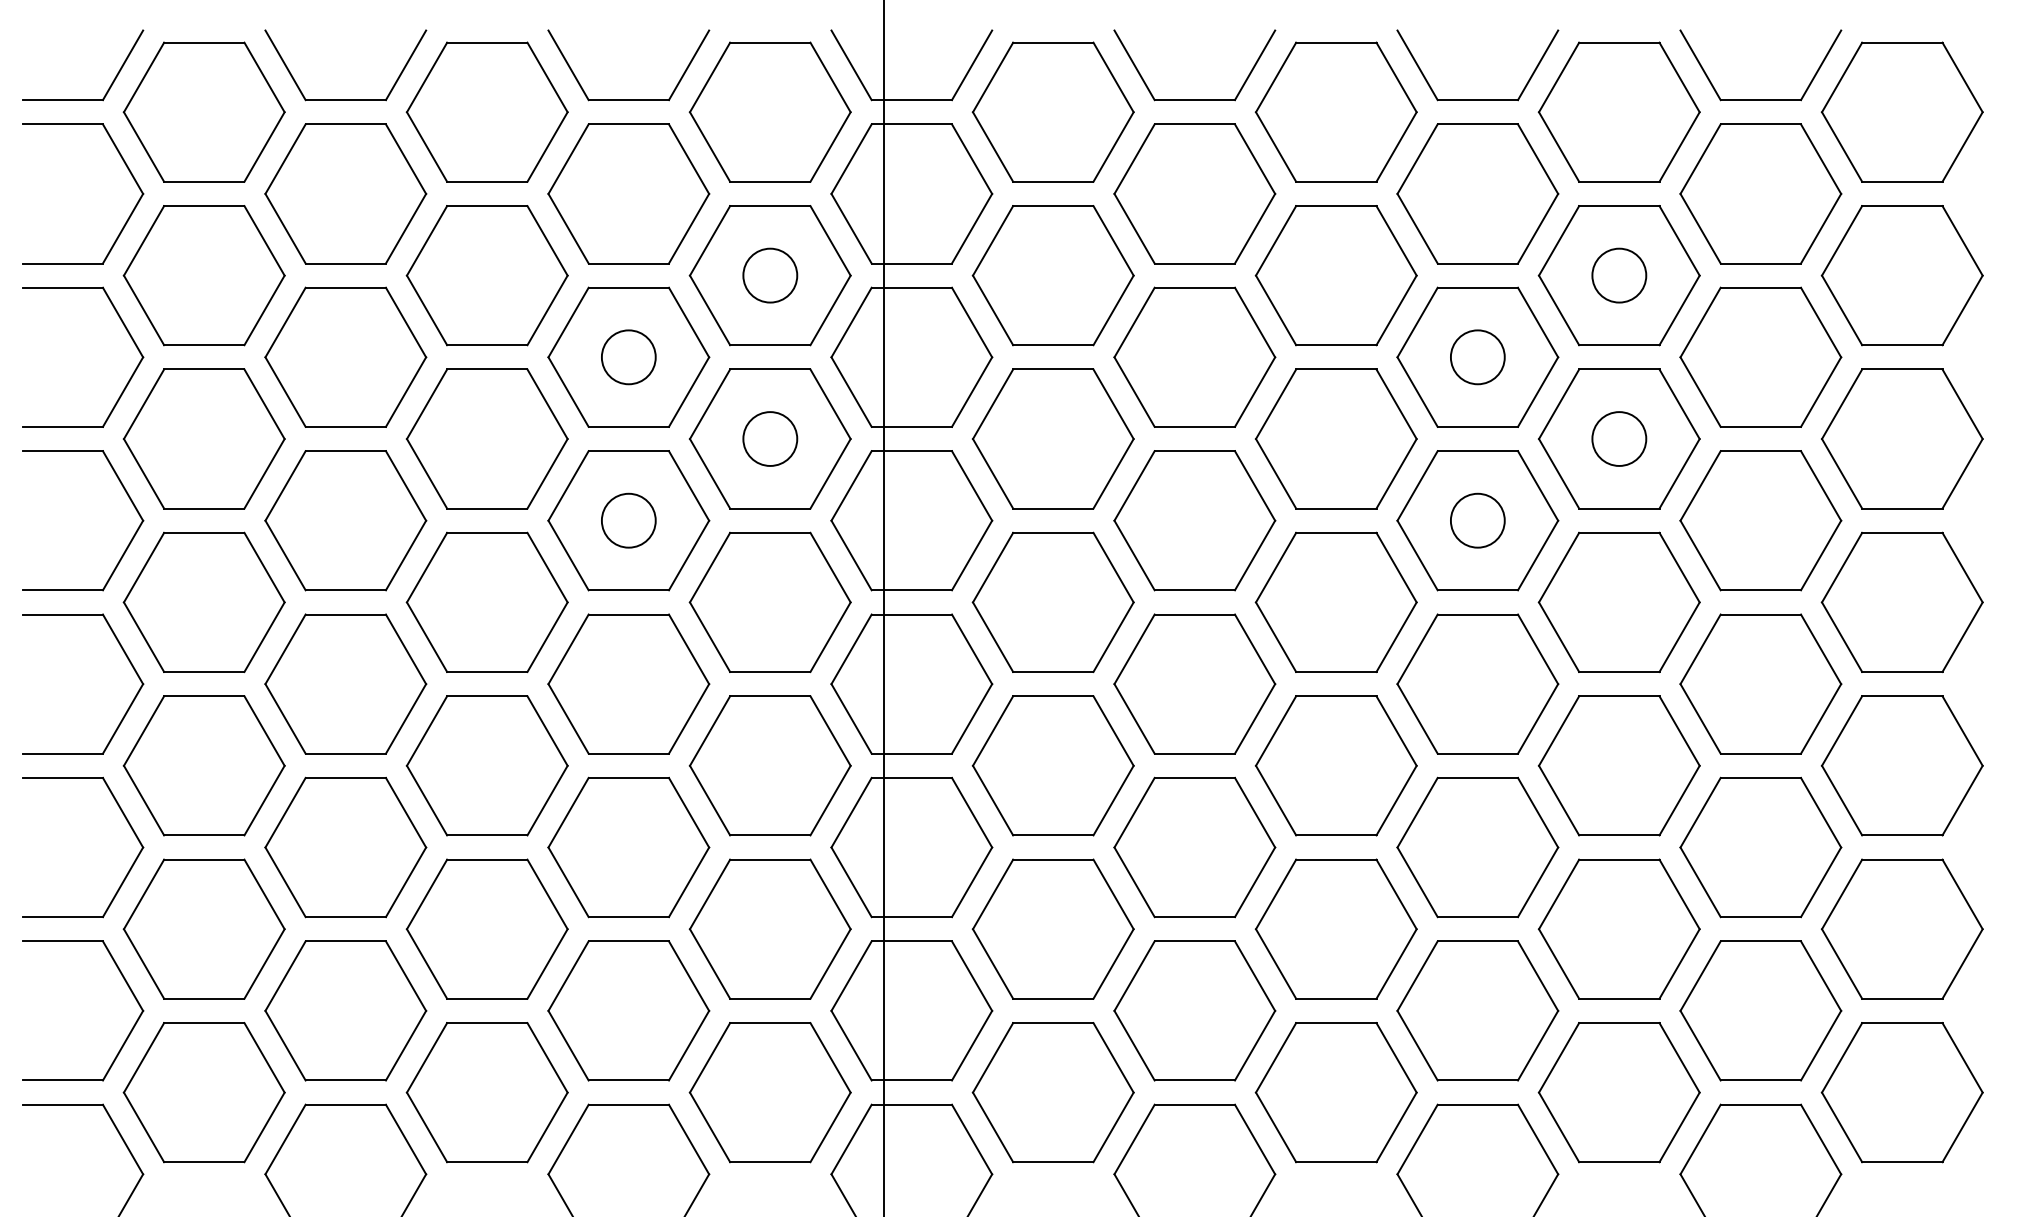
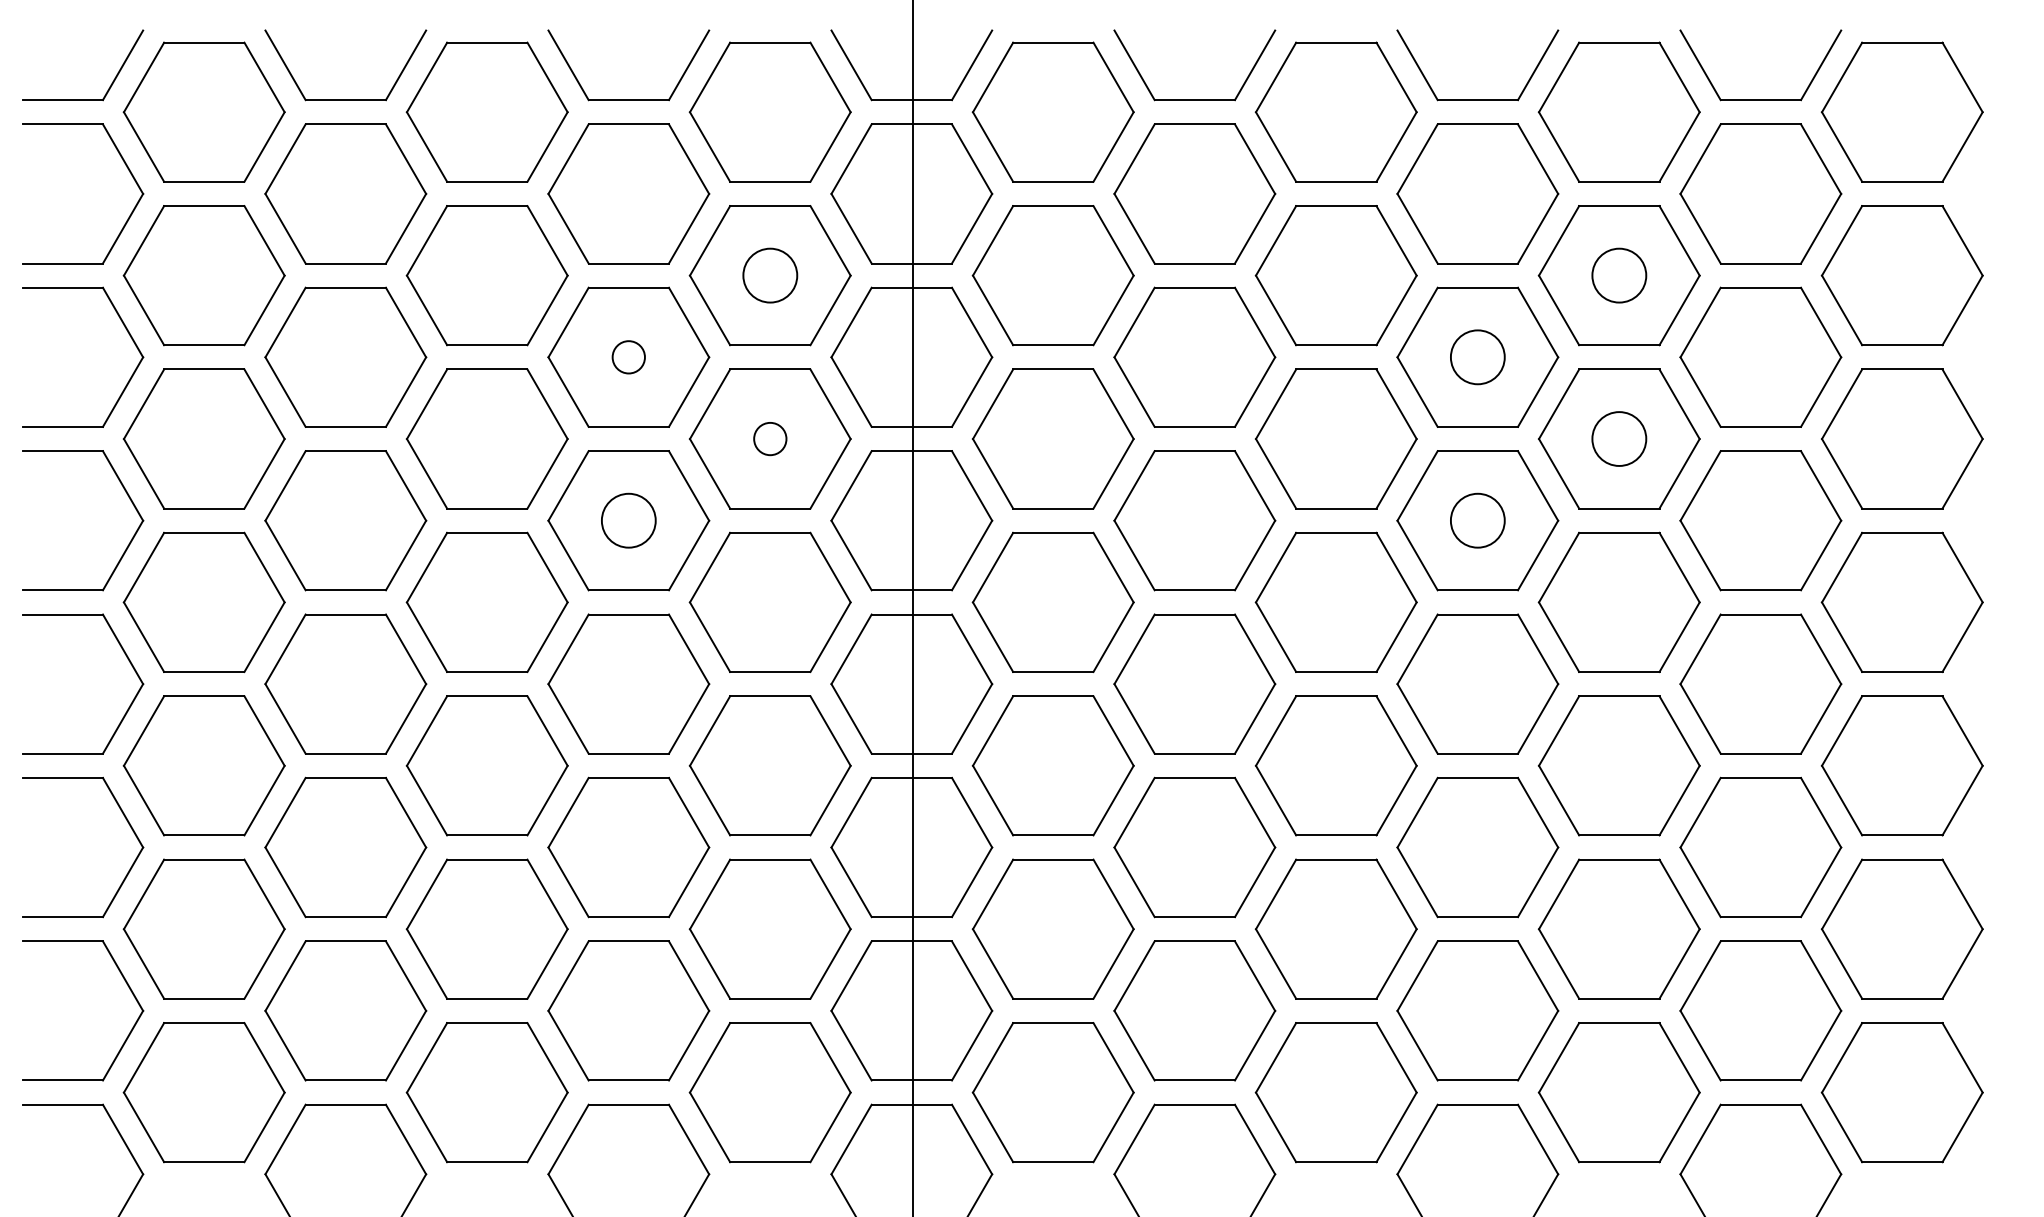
circle at (628, 357) diameter: 54 px -> 32 px
circle at (770, 438) diameter: 54 px -> 32 px
line at (883, 607) position: (883, 607) -> (912, 607)
